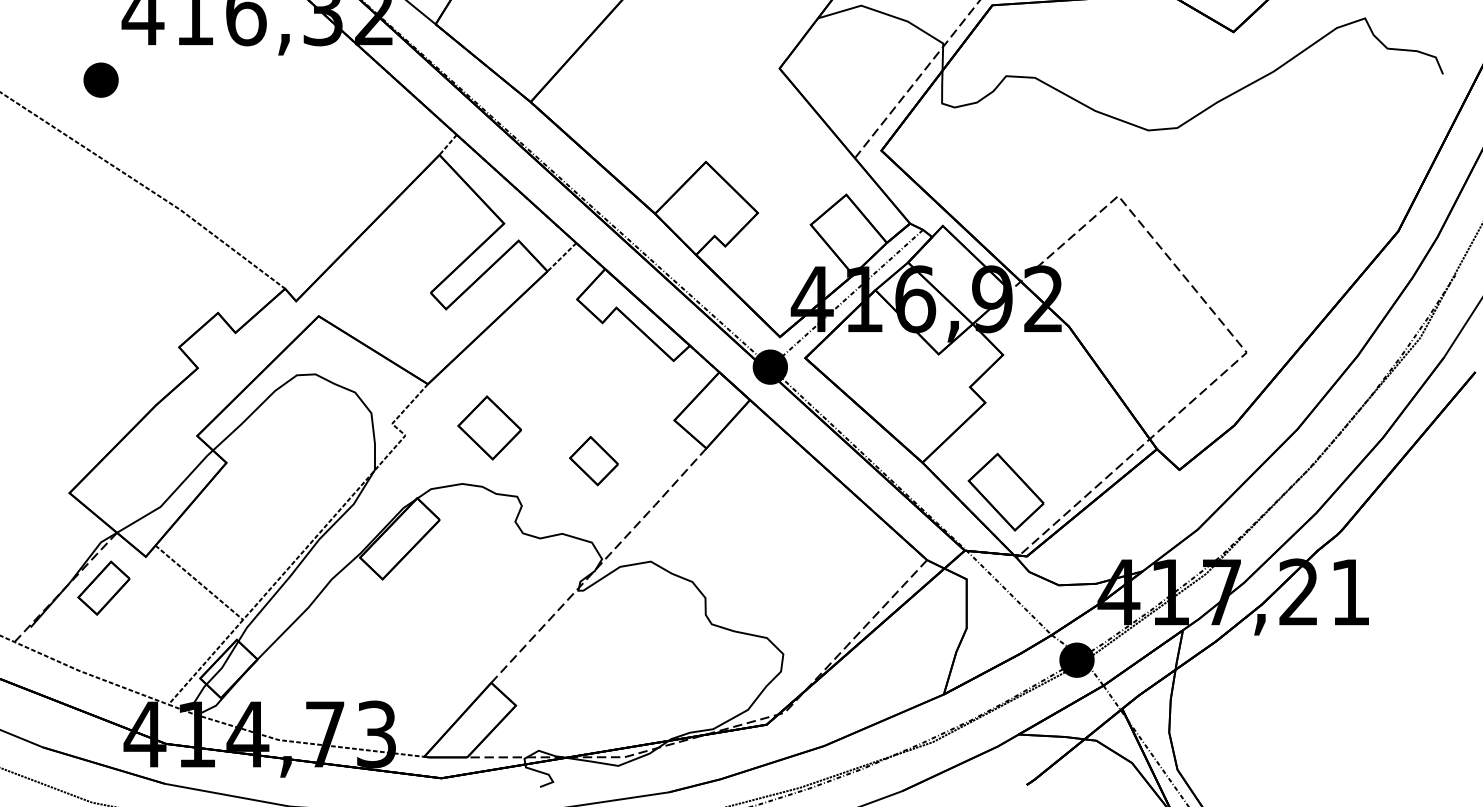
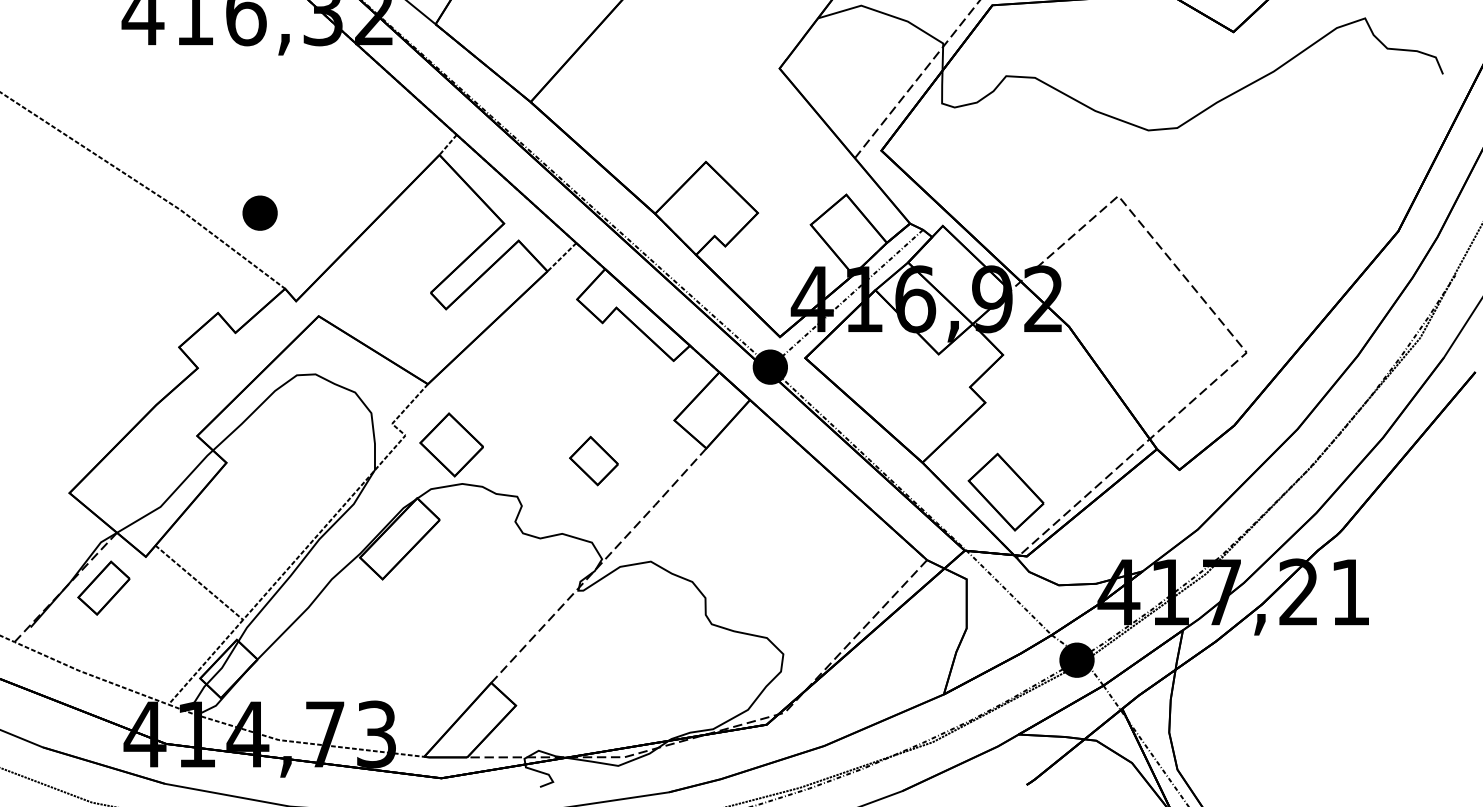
part at (100, 79) position: (100, 79) -> (259, 212)
part at (489, 427) position: (489, 427) -> (451, 444)
